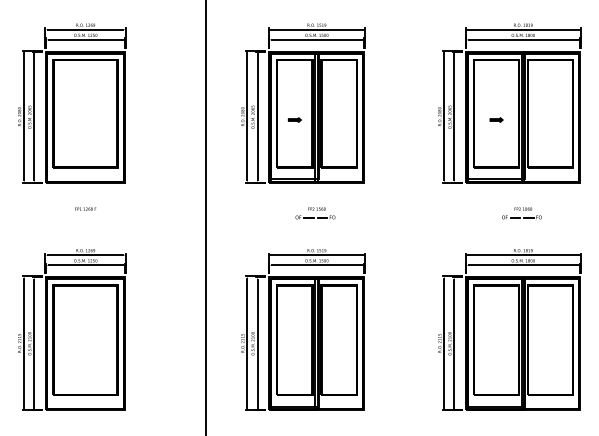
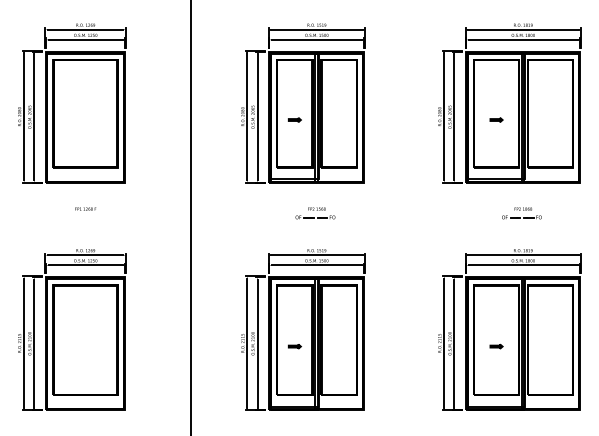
line at (205, 217) position: (205, 217) -> (190, 217)
part at (294, 346): none -> present
part at (496, 346): none -> present
